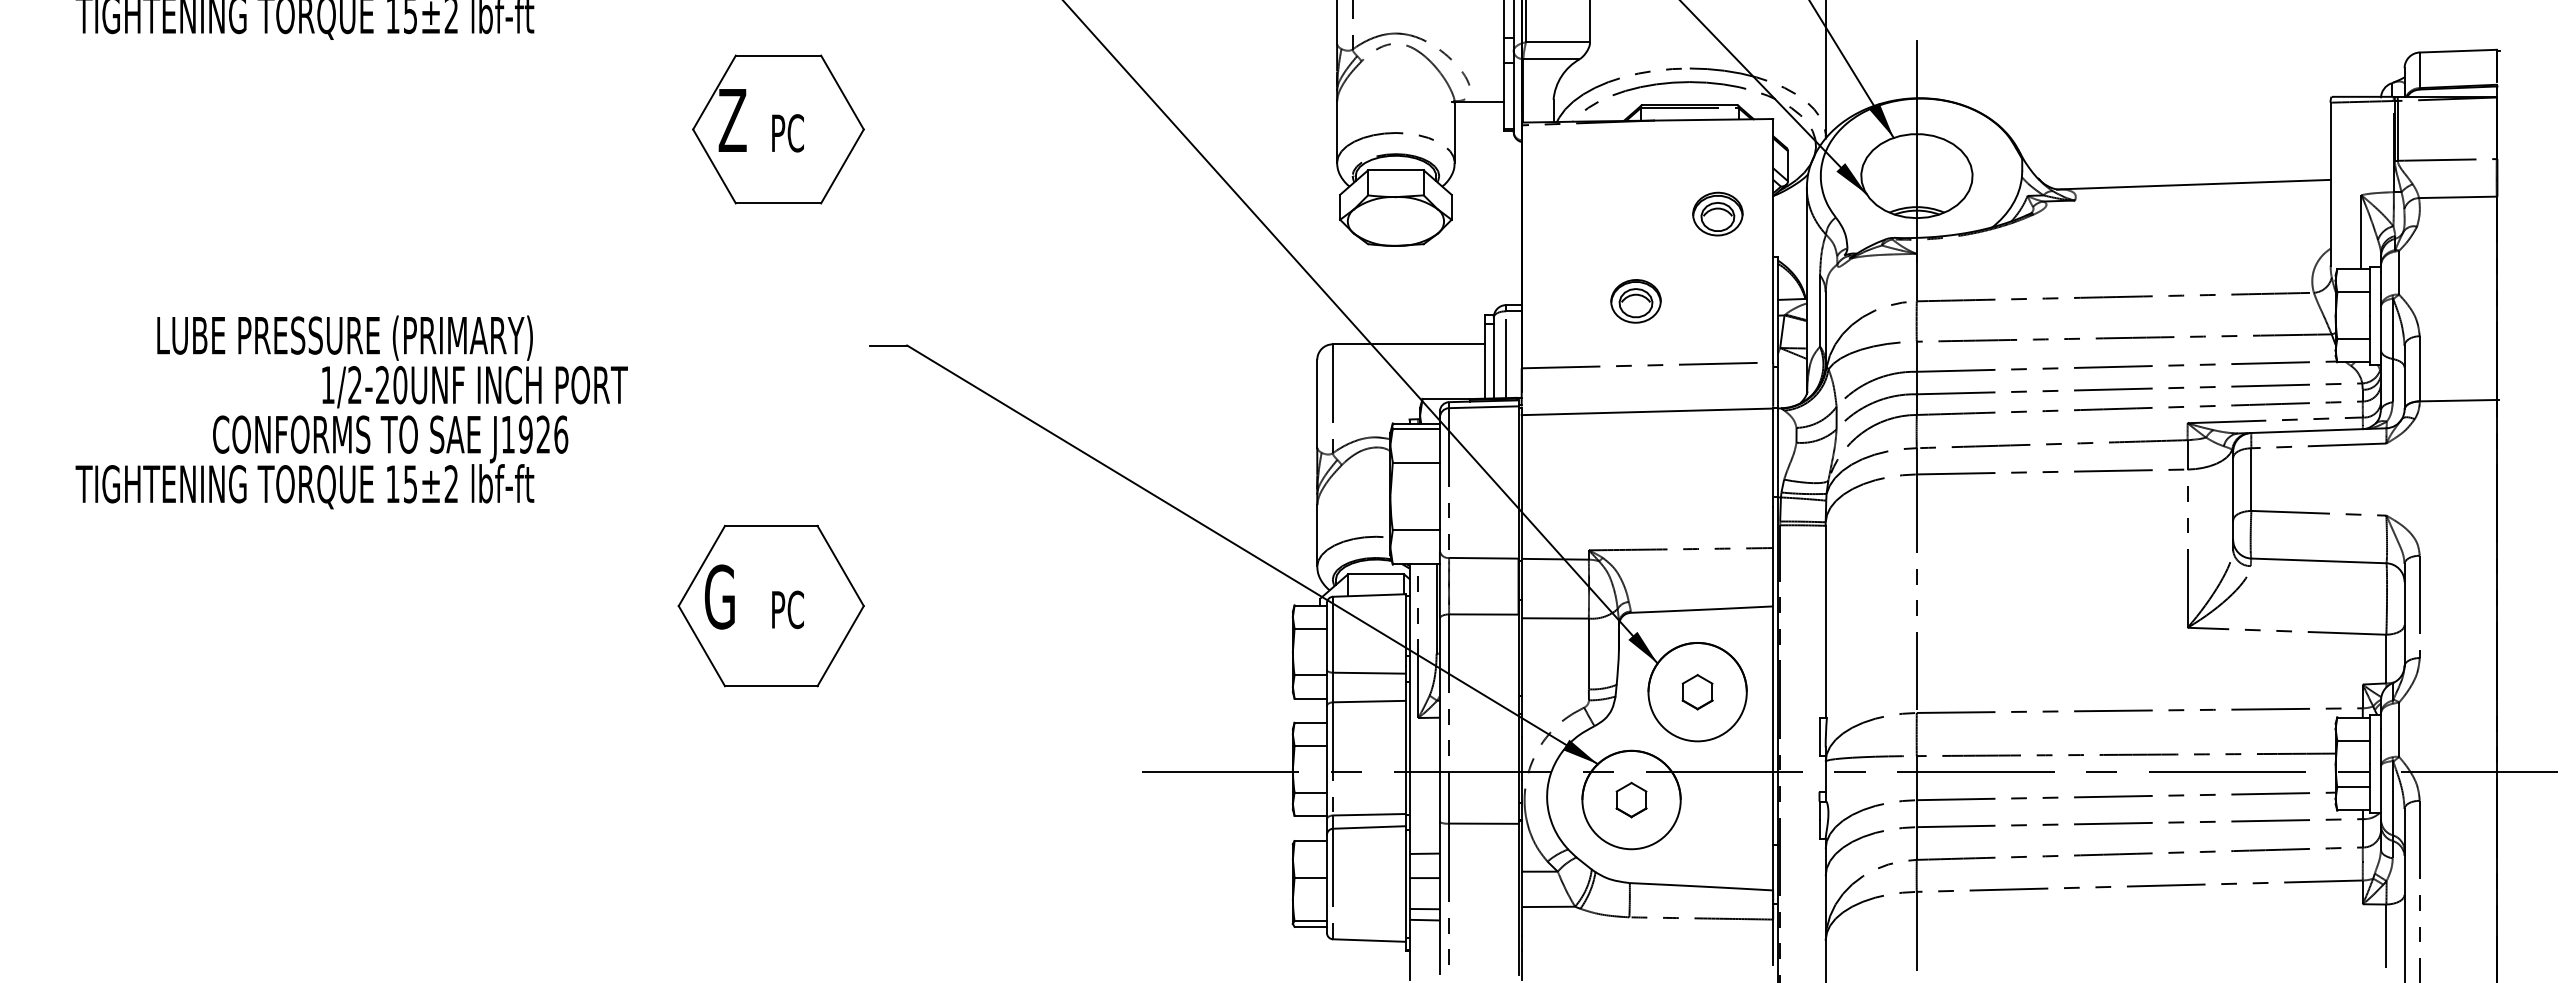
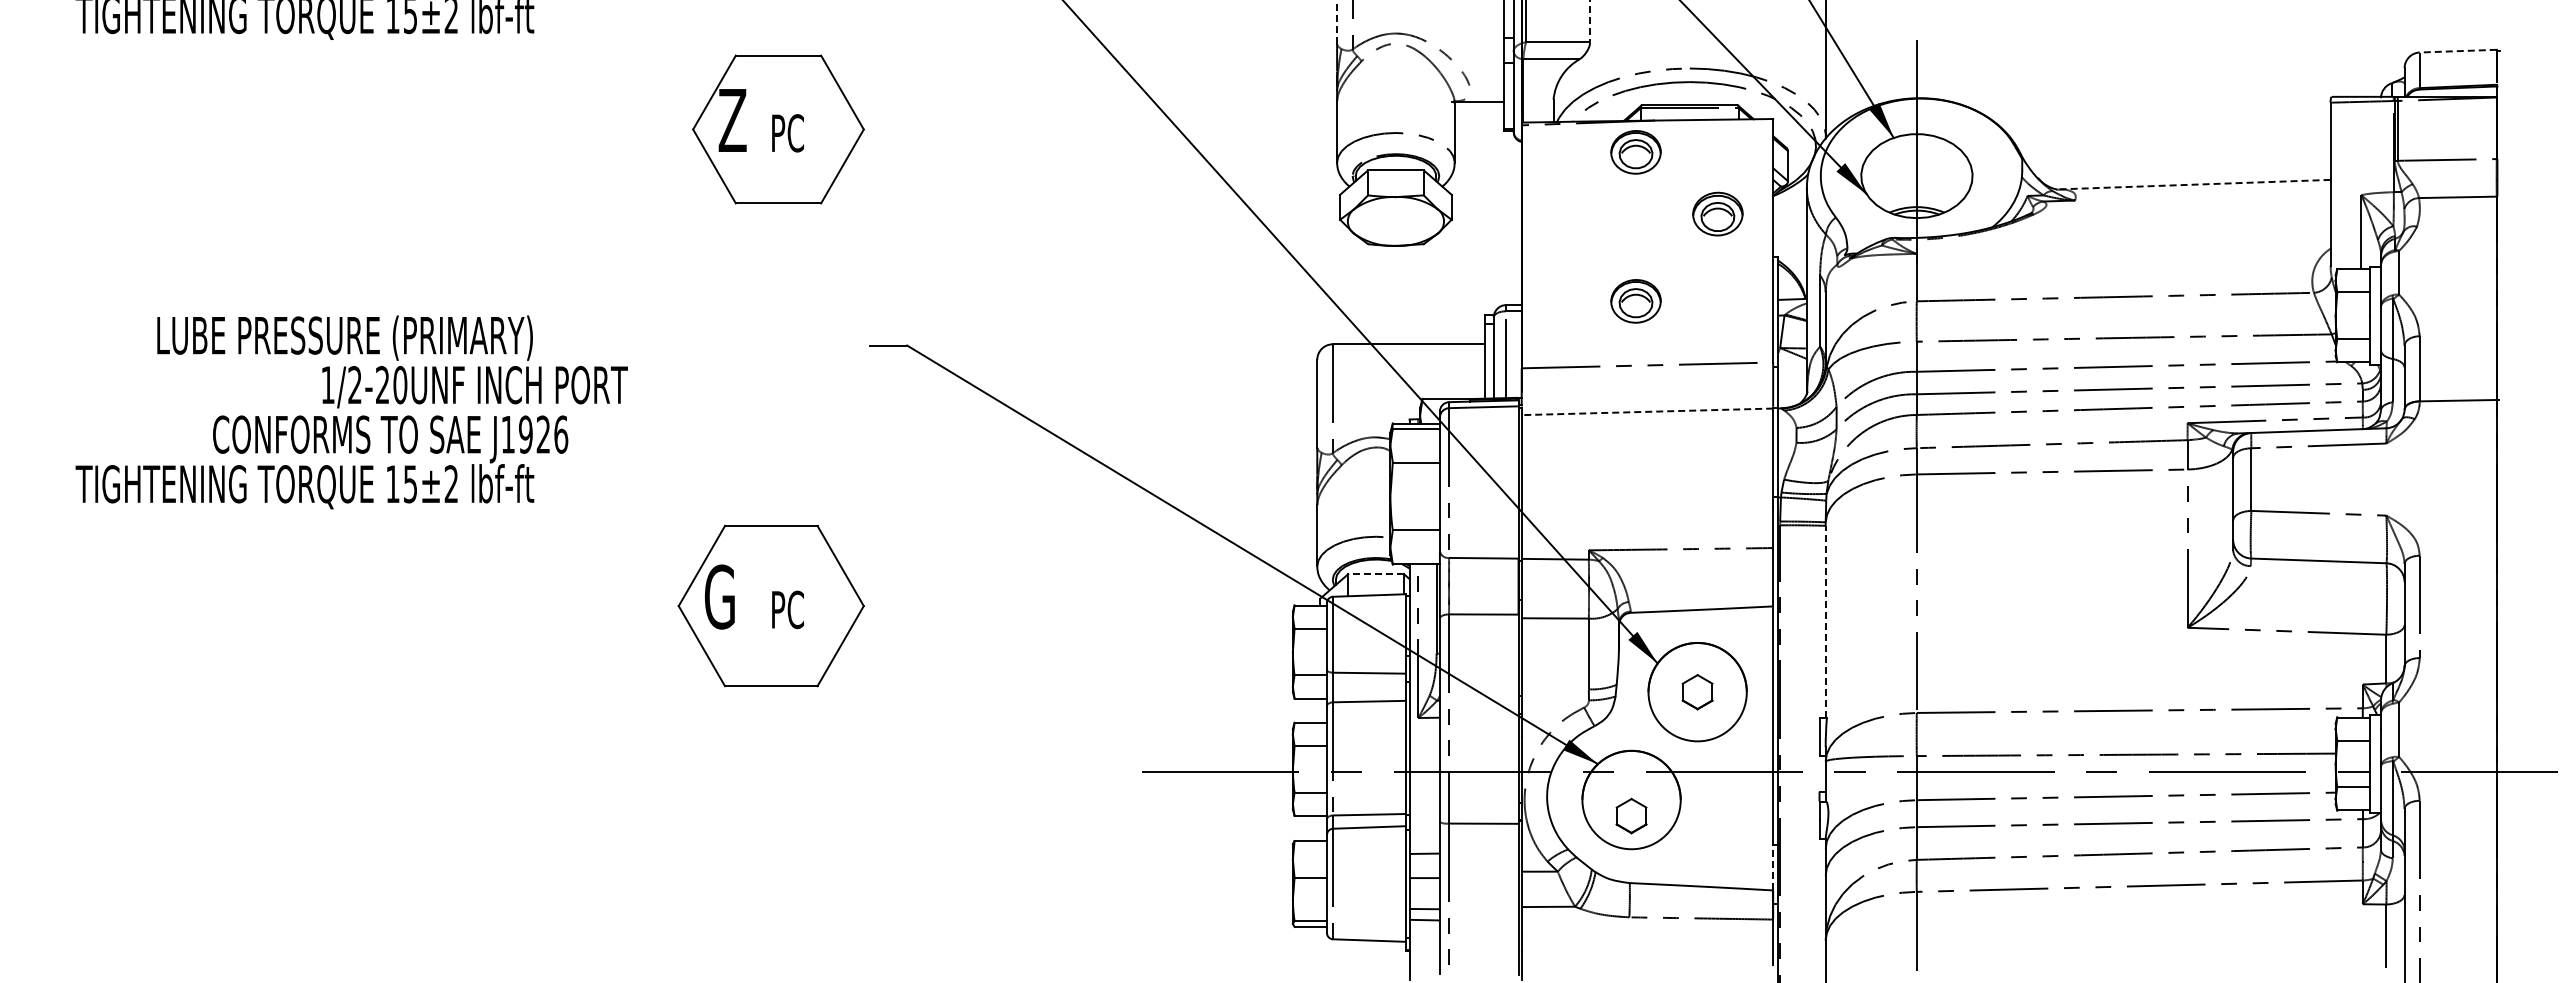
line at (1590, 21): solid -> dashed
line at (1337, 22): solid -> dashed
line at (2458, 51): solid -> dashed
part at (1635, 152): none -> present
line at (2193, 184): solid -> dashed
line at (1647, 411): solid -> dashed
line at (1376, 574): solid -> dashed
line at (1825, 621): solid -> dashed
part at (1631, 799) position: (1631, 799) -> (1631, 815)
line at (1773, 867): solid -> dashed
